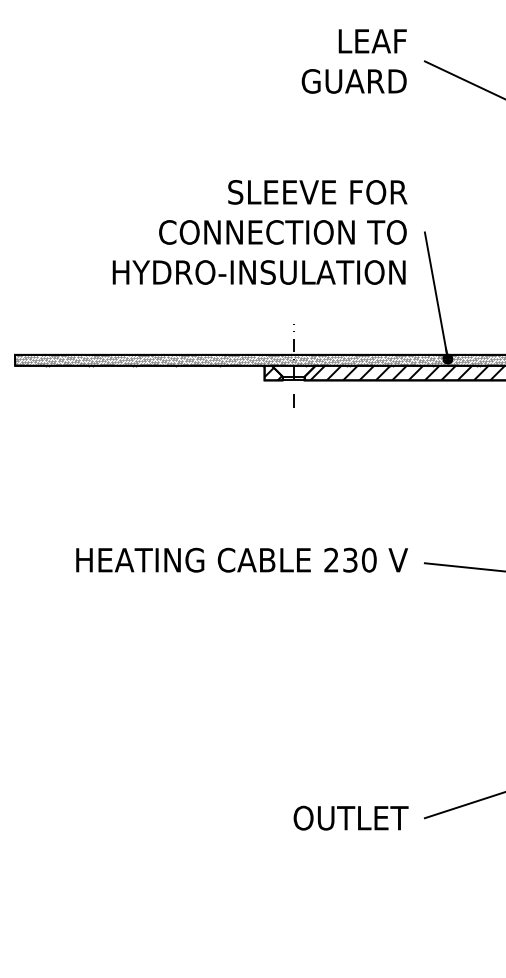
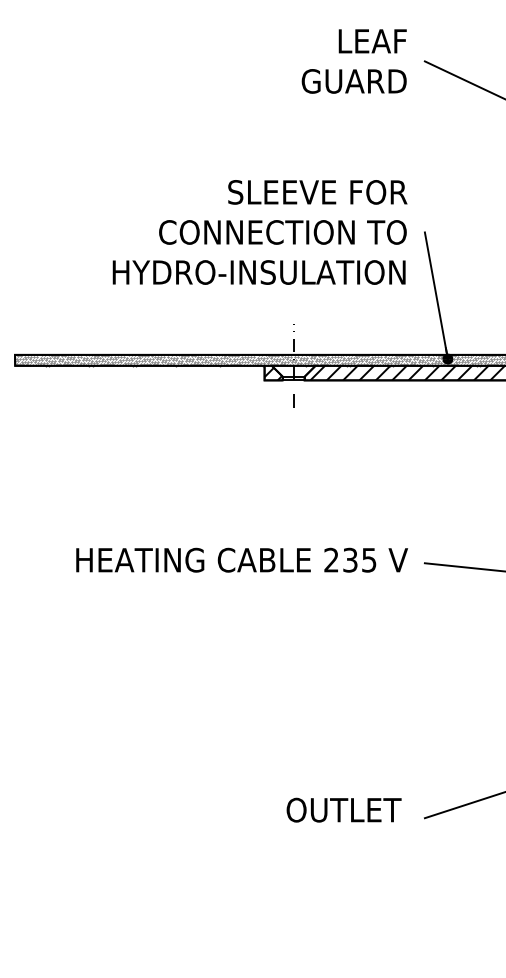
text at (368, 559): 230 -> 235
text at (350, 817) position: (350, 817) -> (343, 809)
